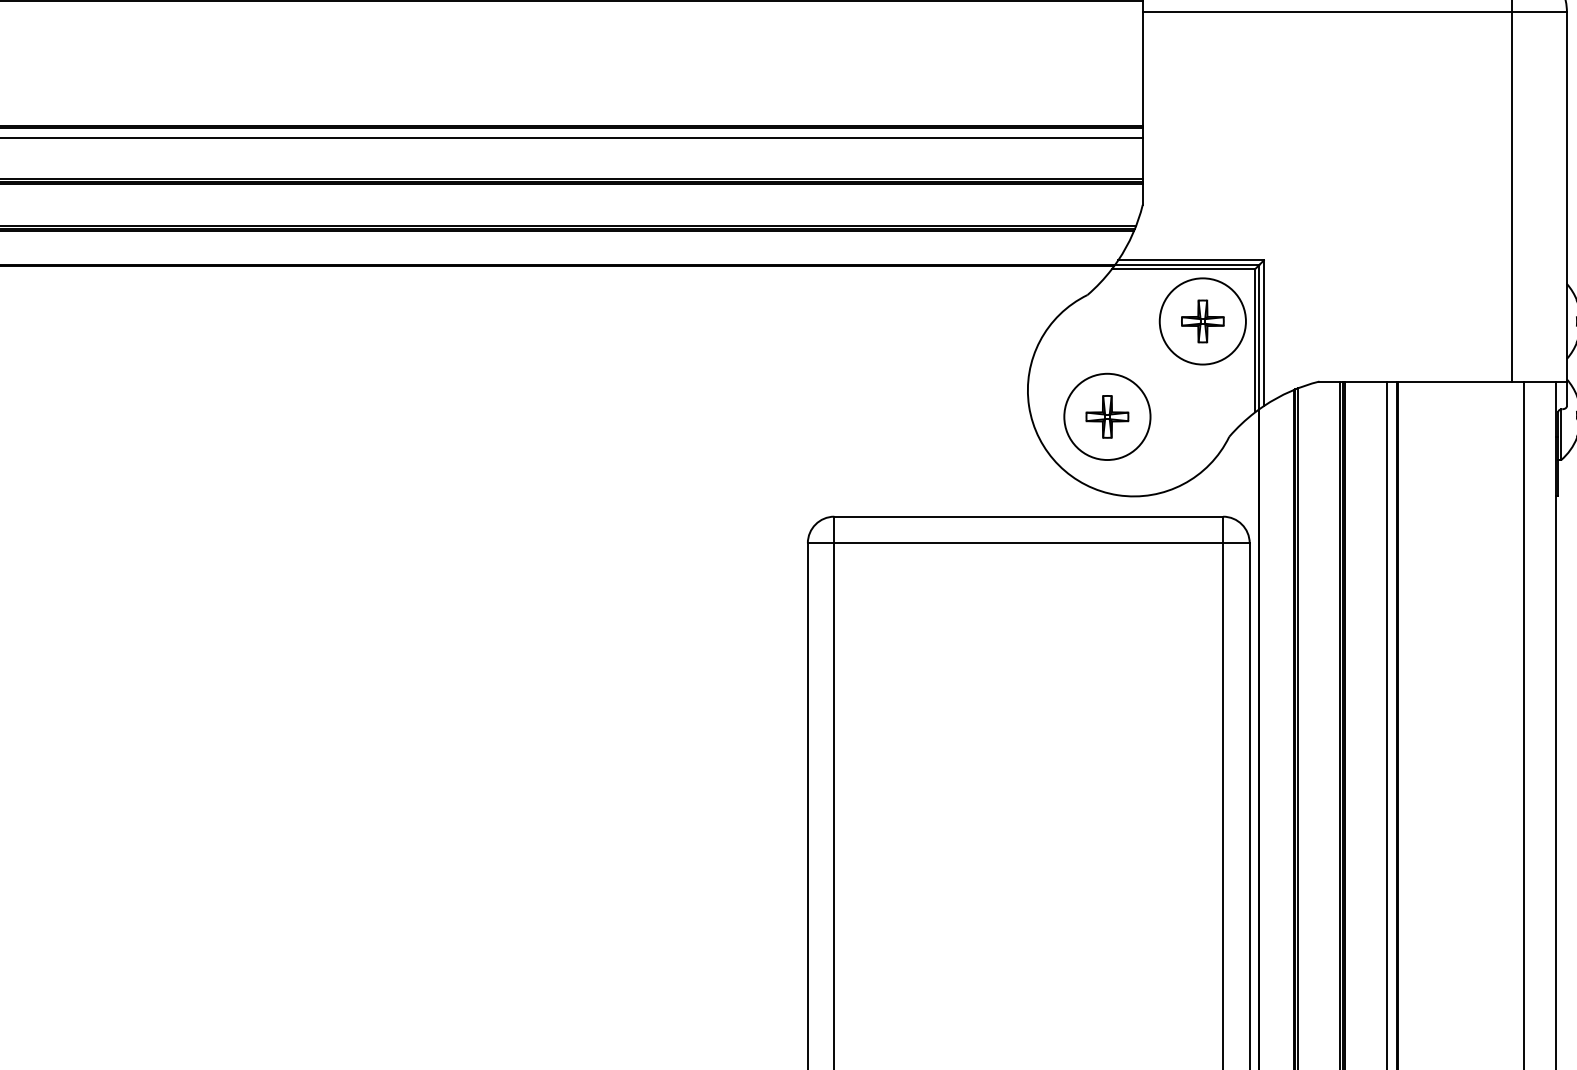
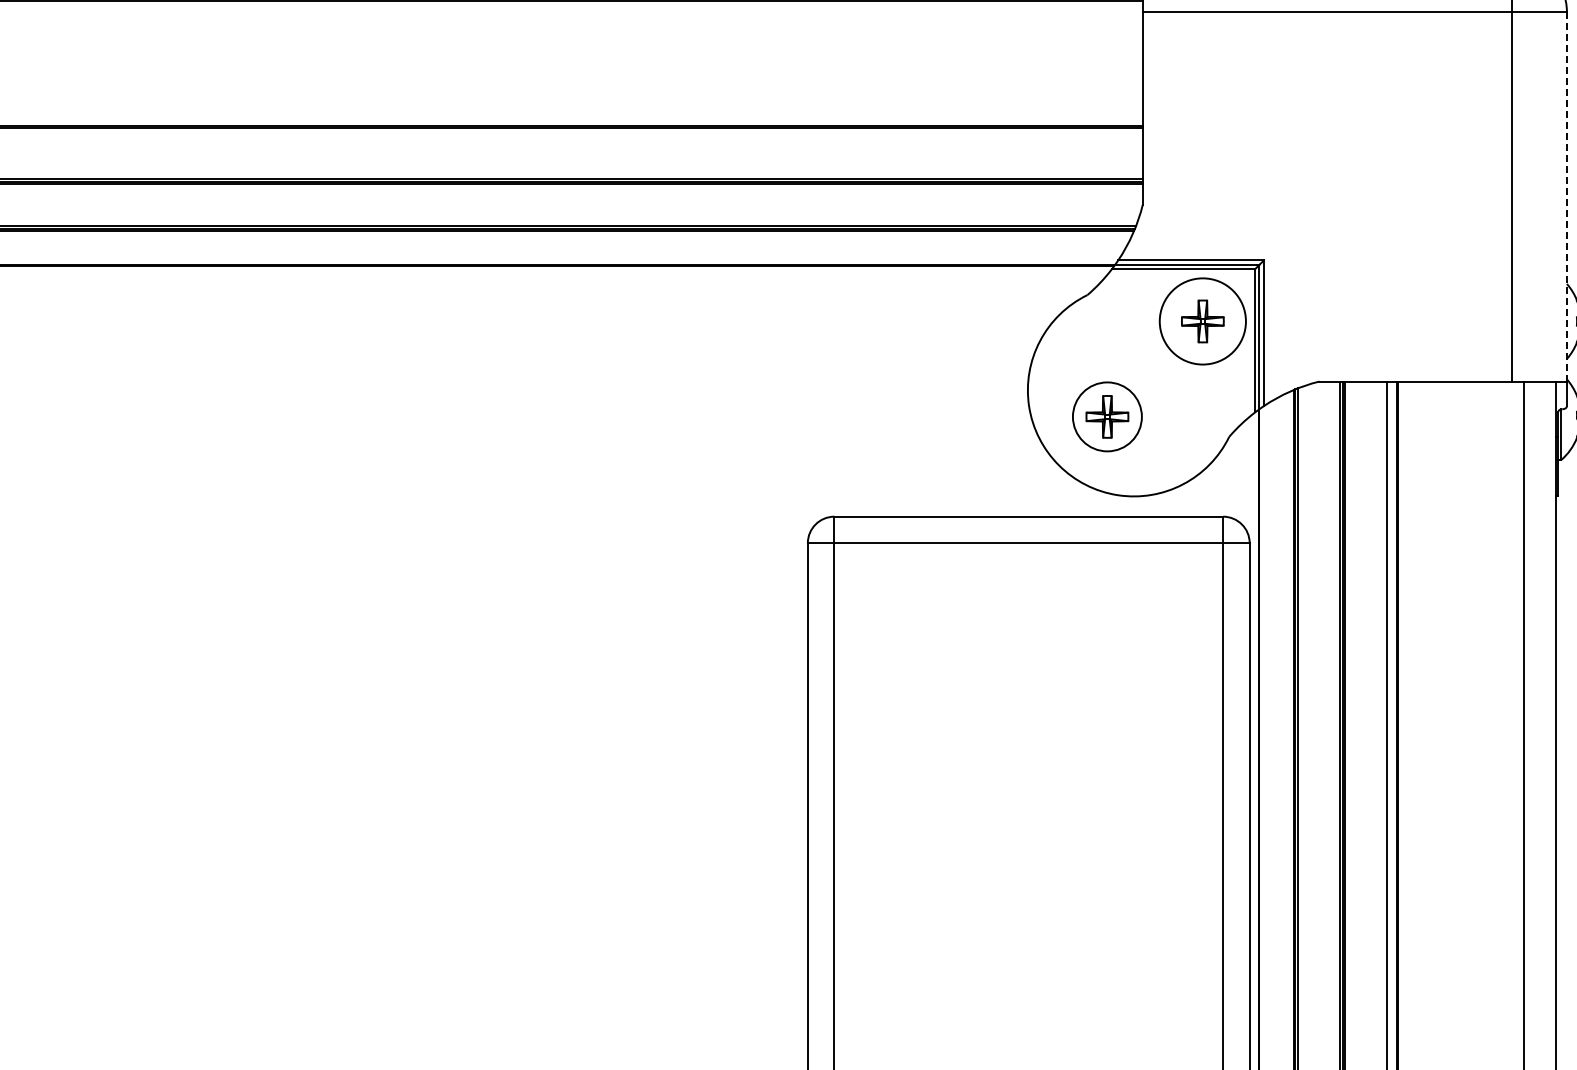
line at (572, 137): present -> none
line at (1566, 196): solid -> dashed
circle at (1107, 416) diameter: 86 px -> 69 px
